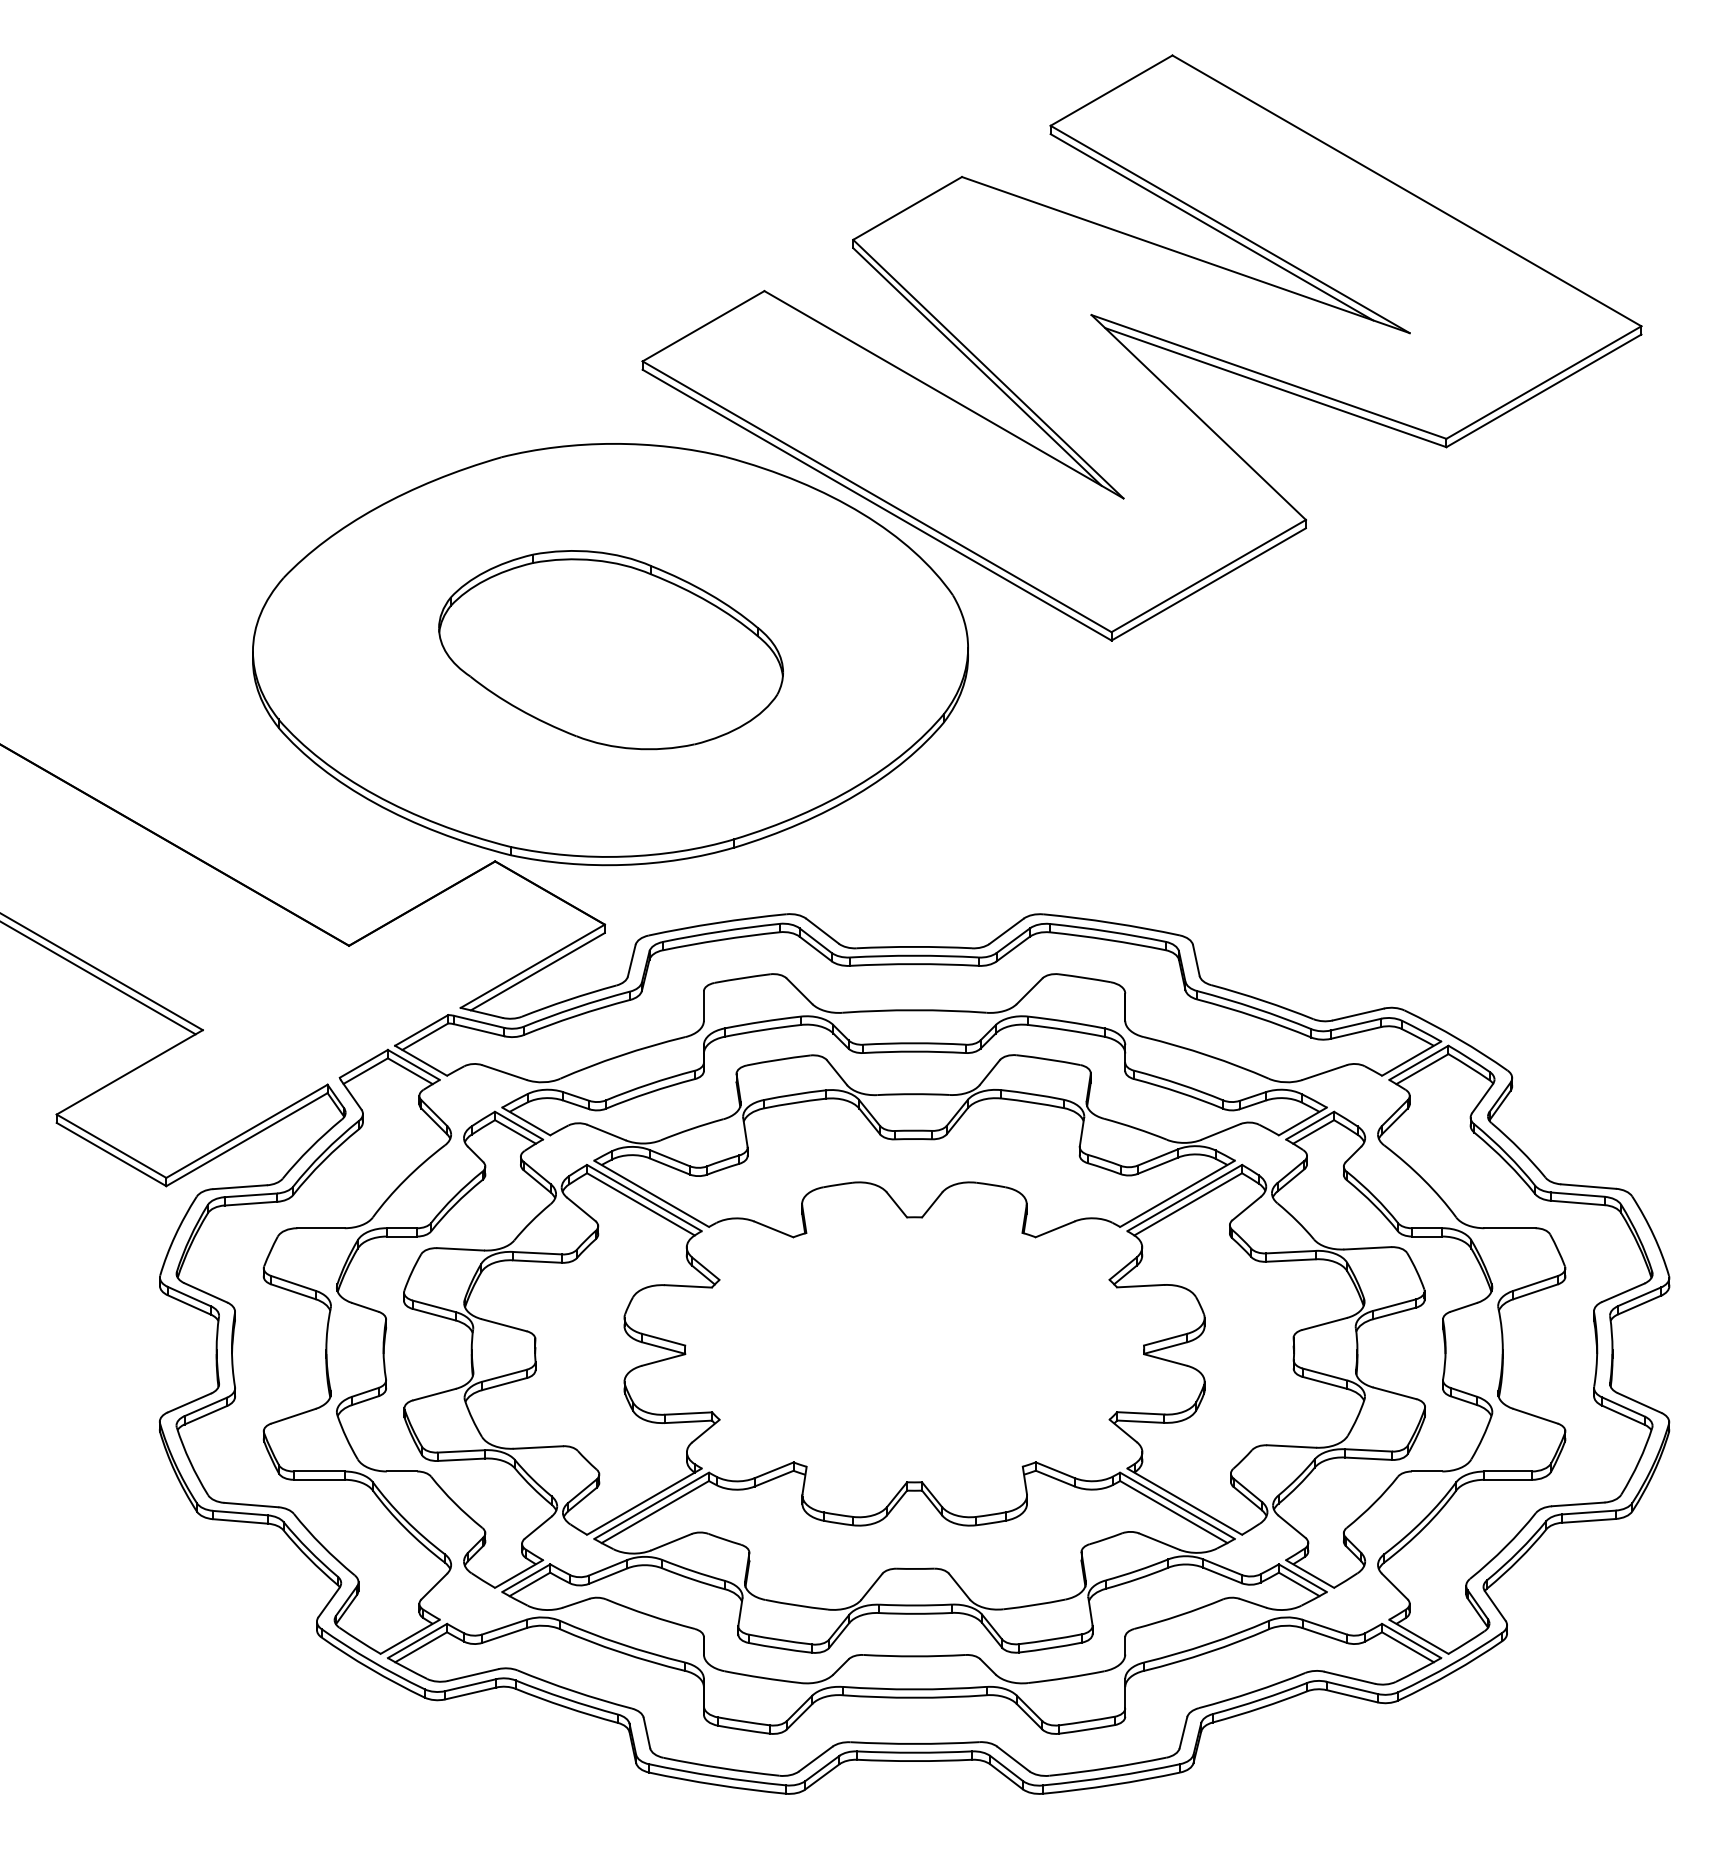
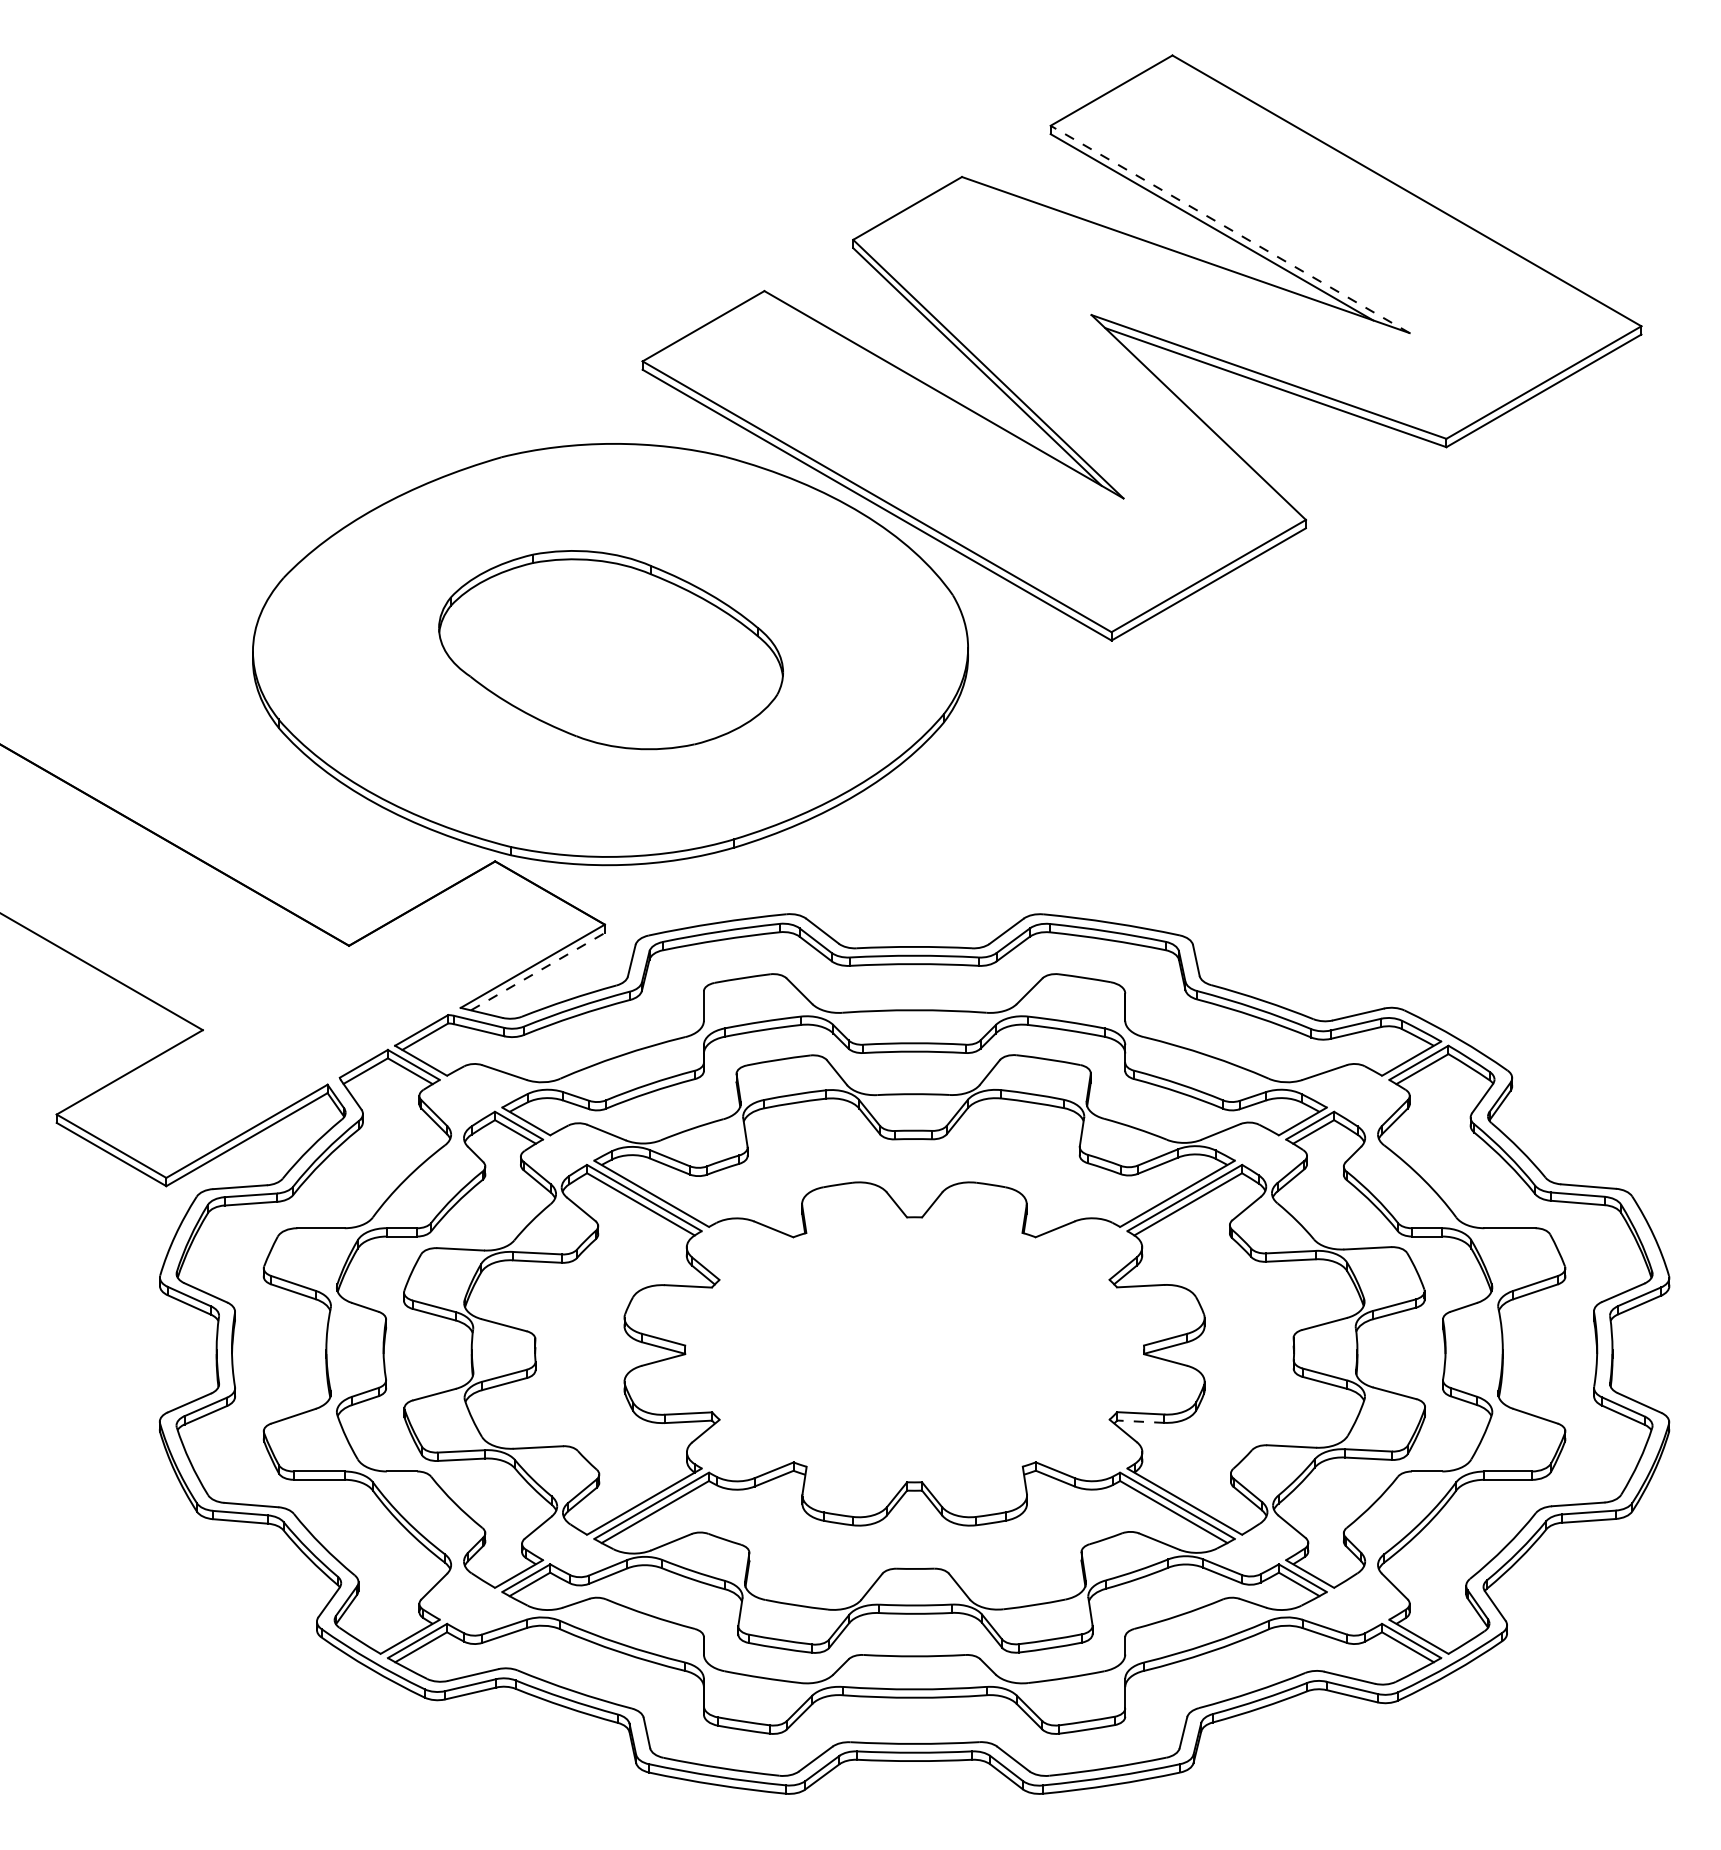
line at (1229, 229): solid -> dashed
line at (538, 971): solid -> dashed
line at (98, 978): present -> none
line at (1140, 1421): solid -> dashed
